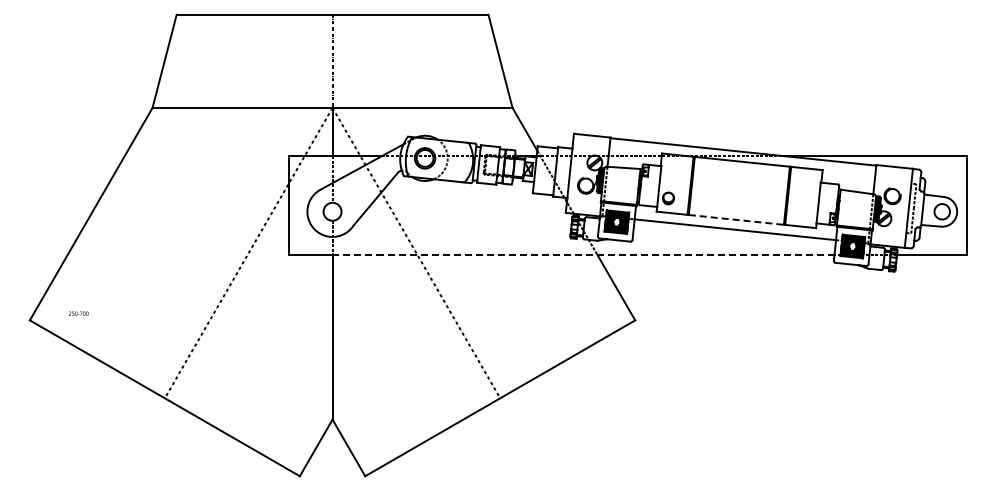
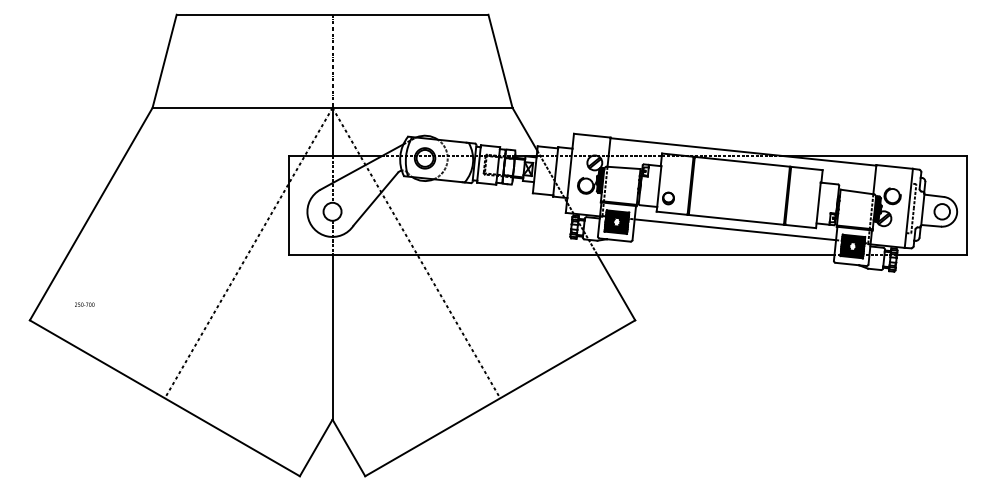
line at (736, 219): dashed -> solid
line at (583, 255): dashed -> solid
text at (78, 313) position: (78, 313) -> (84, 304)
